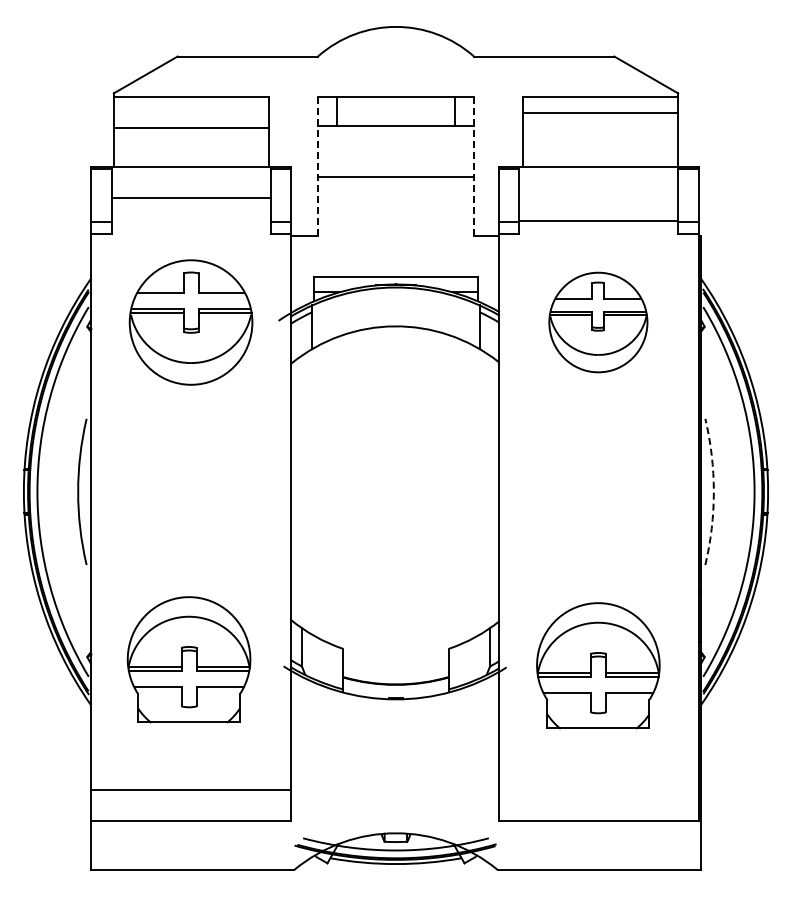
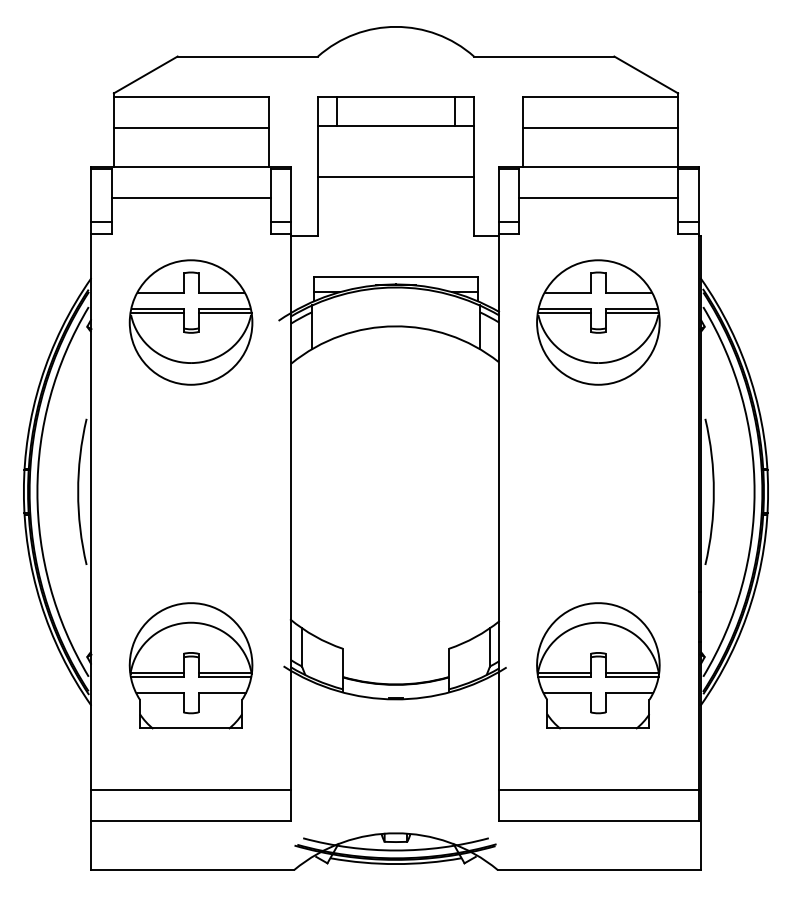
line at (600, 113) position: (600, 113) -> (600, 128)
line at (318, 166): dashed -> solid
line at (473, 166): dashed -> solid
line at (598, 220) position: (598, 220) -> (598, 197)
part at (598, 322) size: 101x103 px -> 125x127 px
arc at (713, 491): dashed -> solid
part at (188, 659) position: (188, 659) -> (190, 665)
line at (598, 790): none -> present
